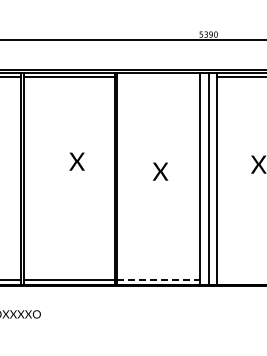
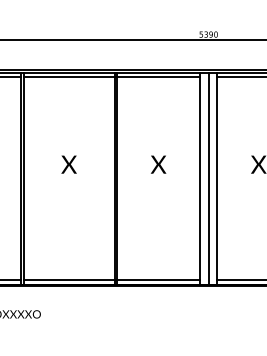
line at (158, 76): none -> present
text at (76, 161) position: (76, 161) -> (68, 164)
text at (160, 171) position: (160, 171) -> (158, 164)
line at (159, 279): dashed -> solid
line at (240, 279): none -> present
